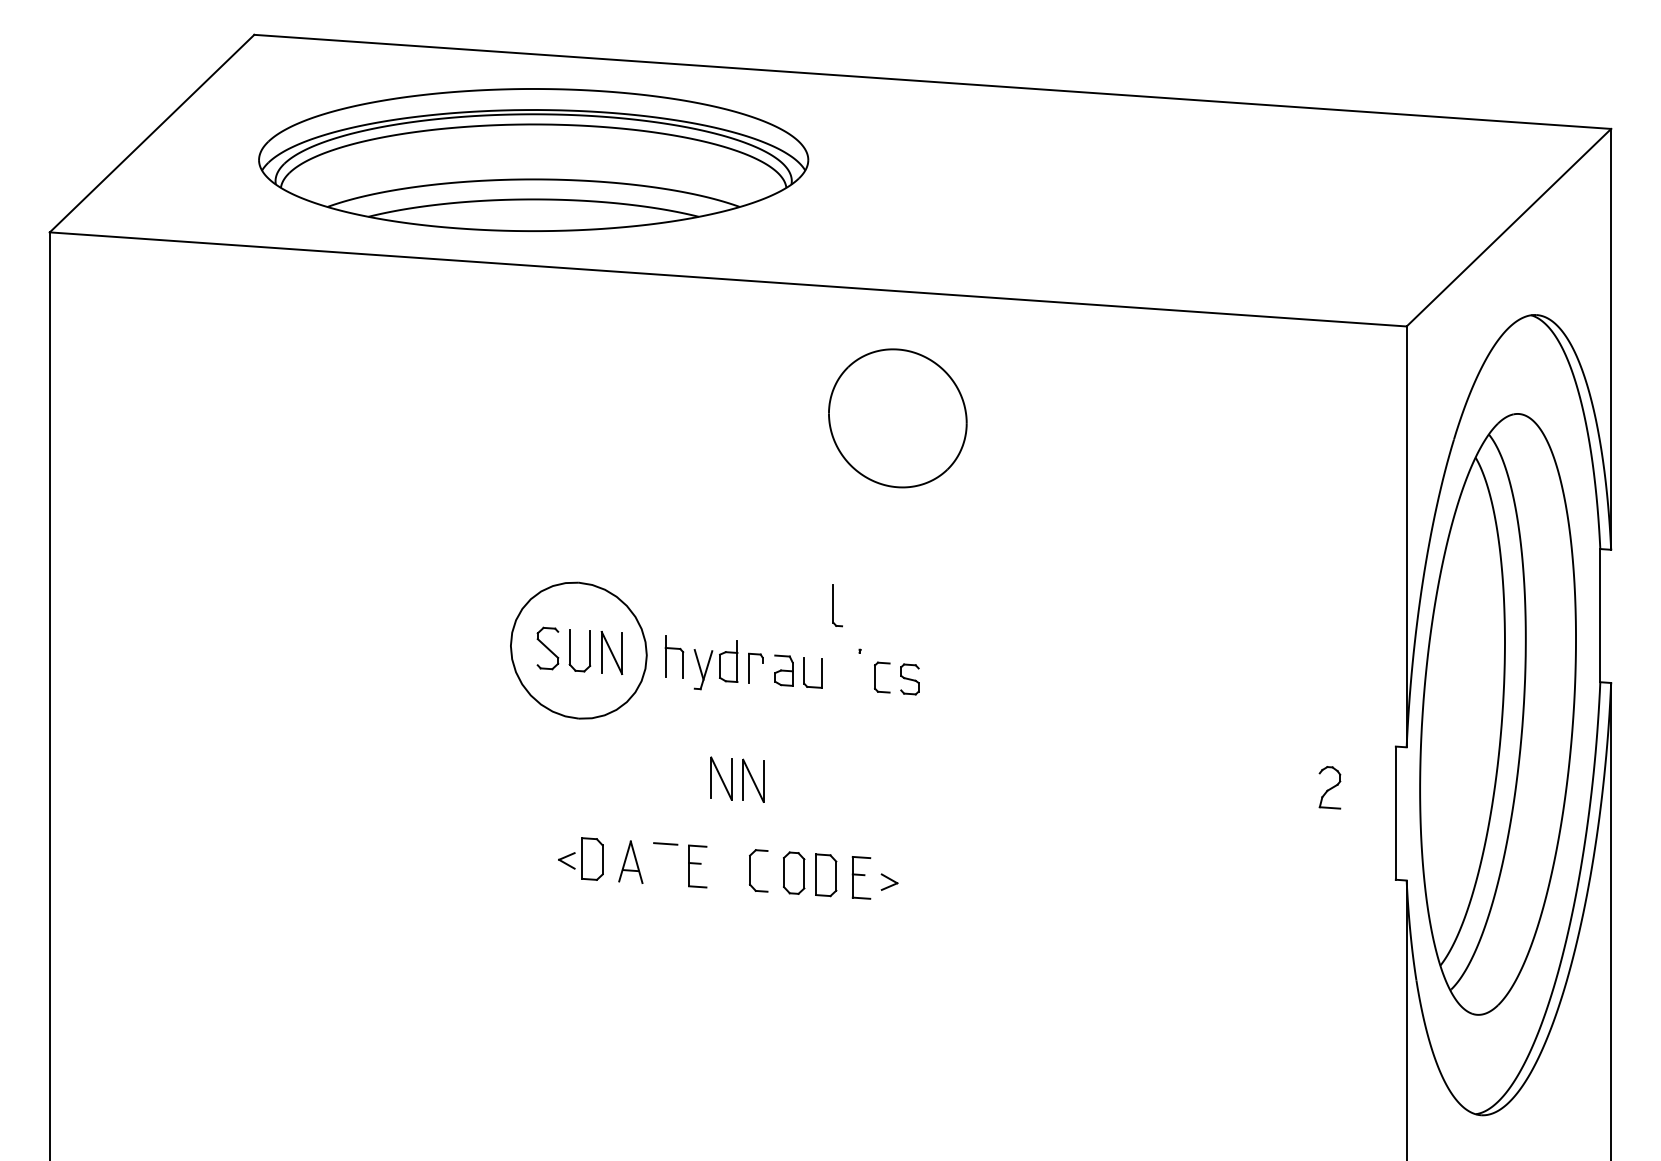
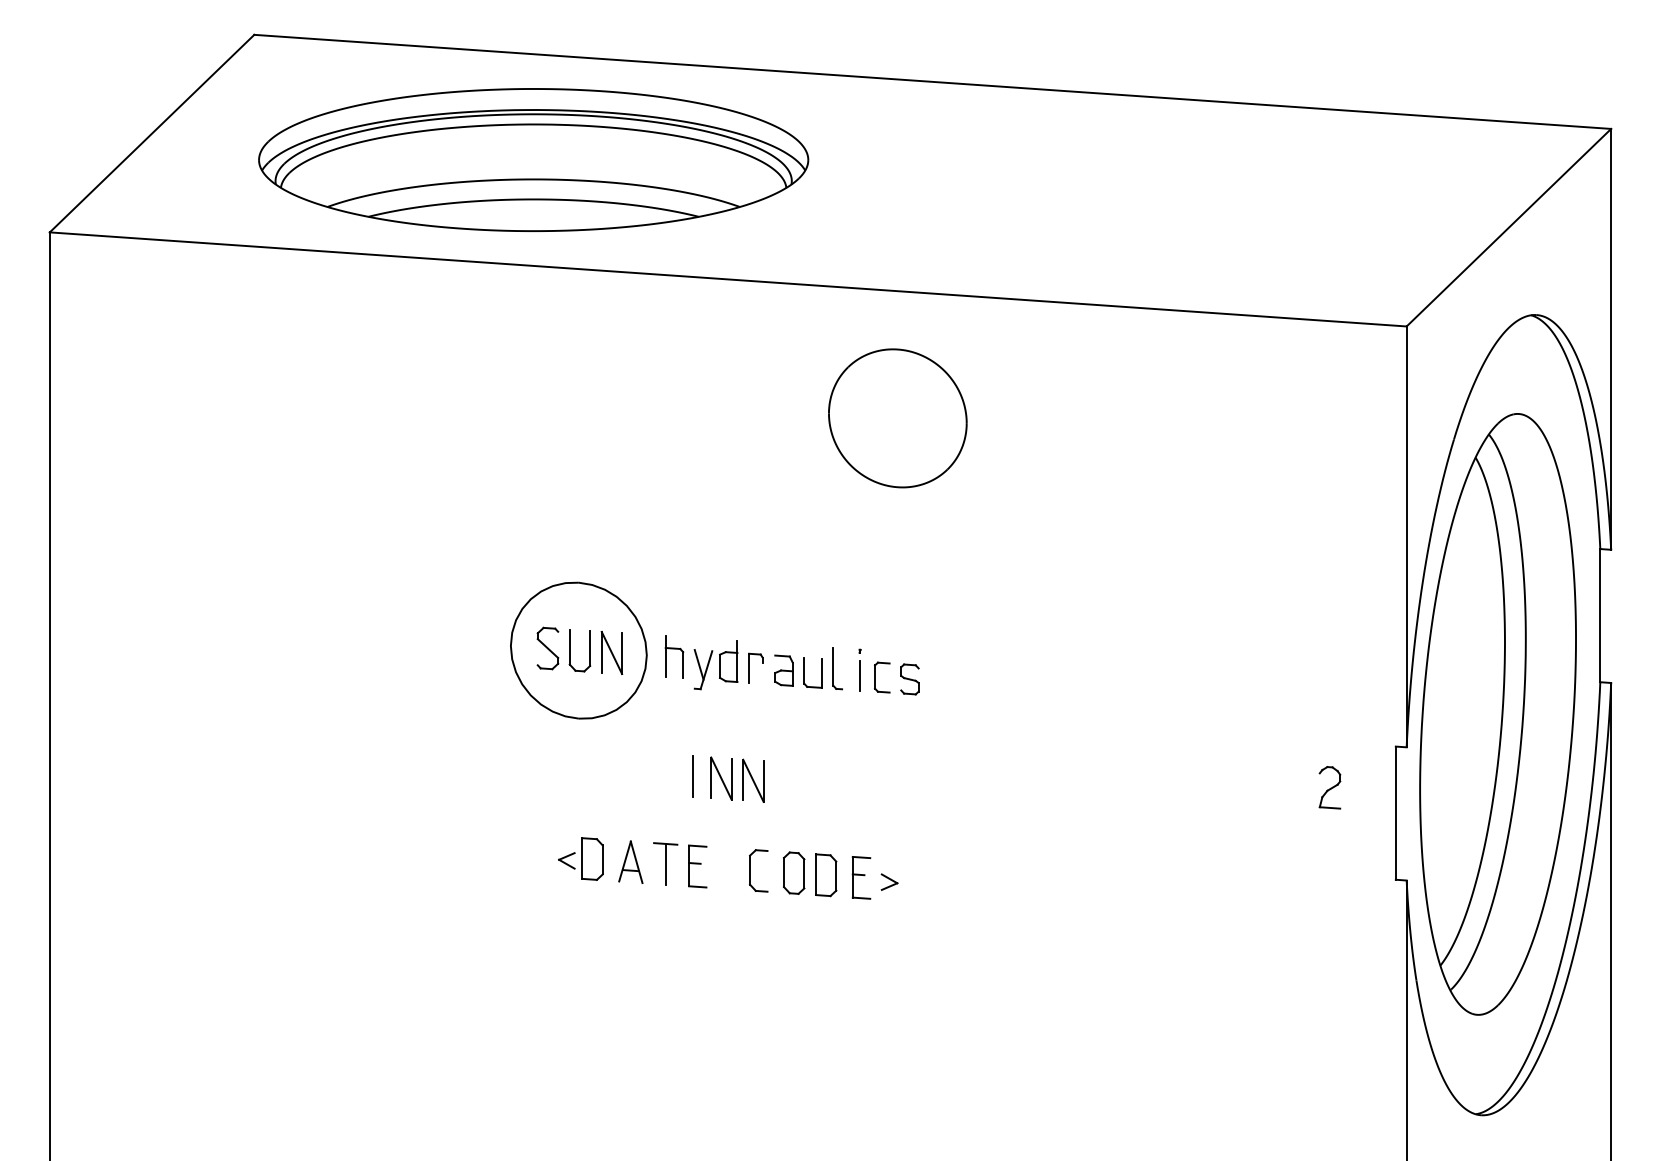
part at (837, 605) position: (837, 605) -> (837, 668)
line at (859, 675): none -> present
line at (692, 776): none -> present
line at (665, 863): none -> present
